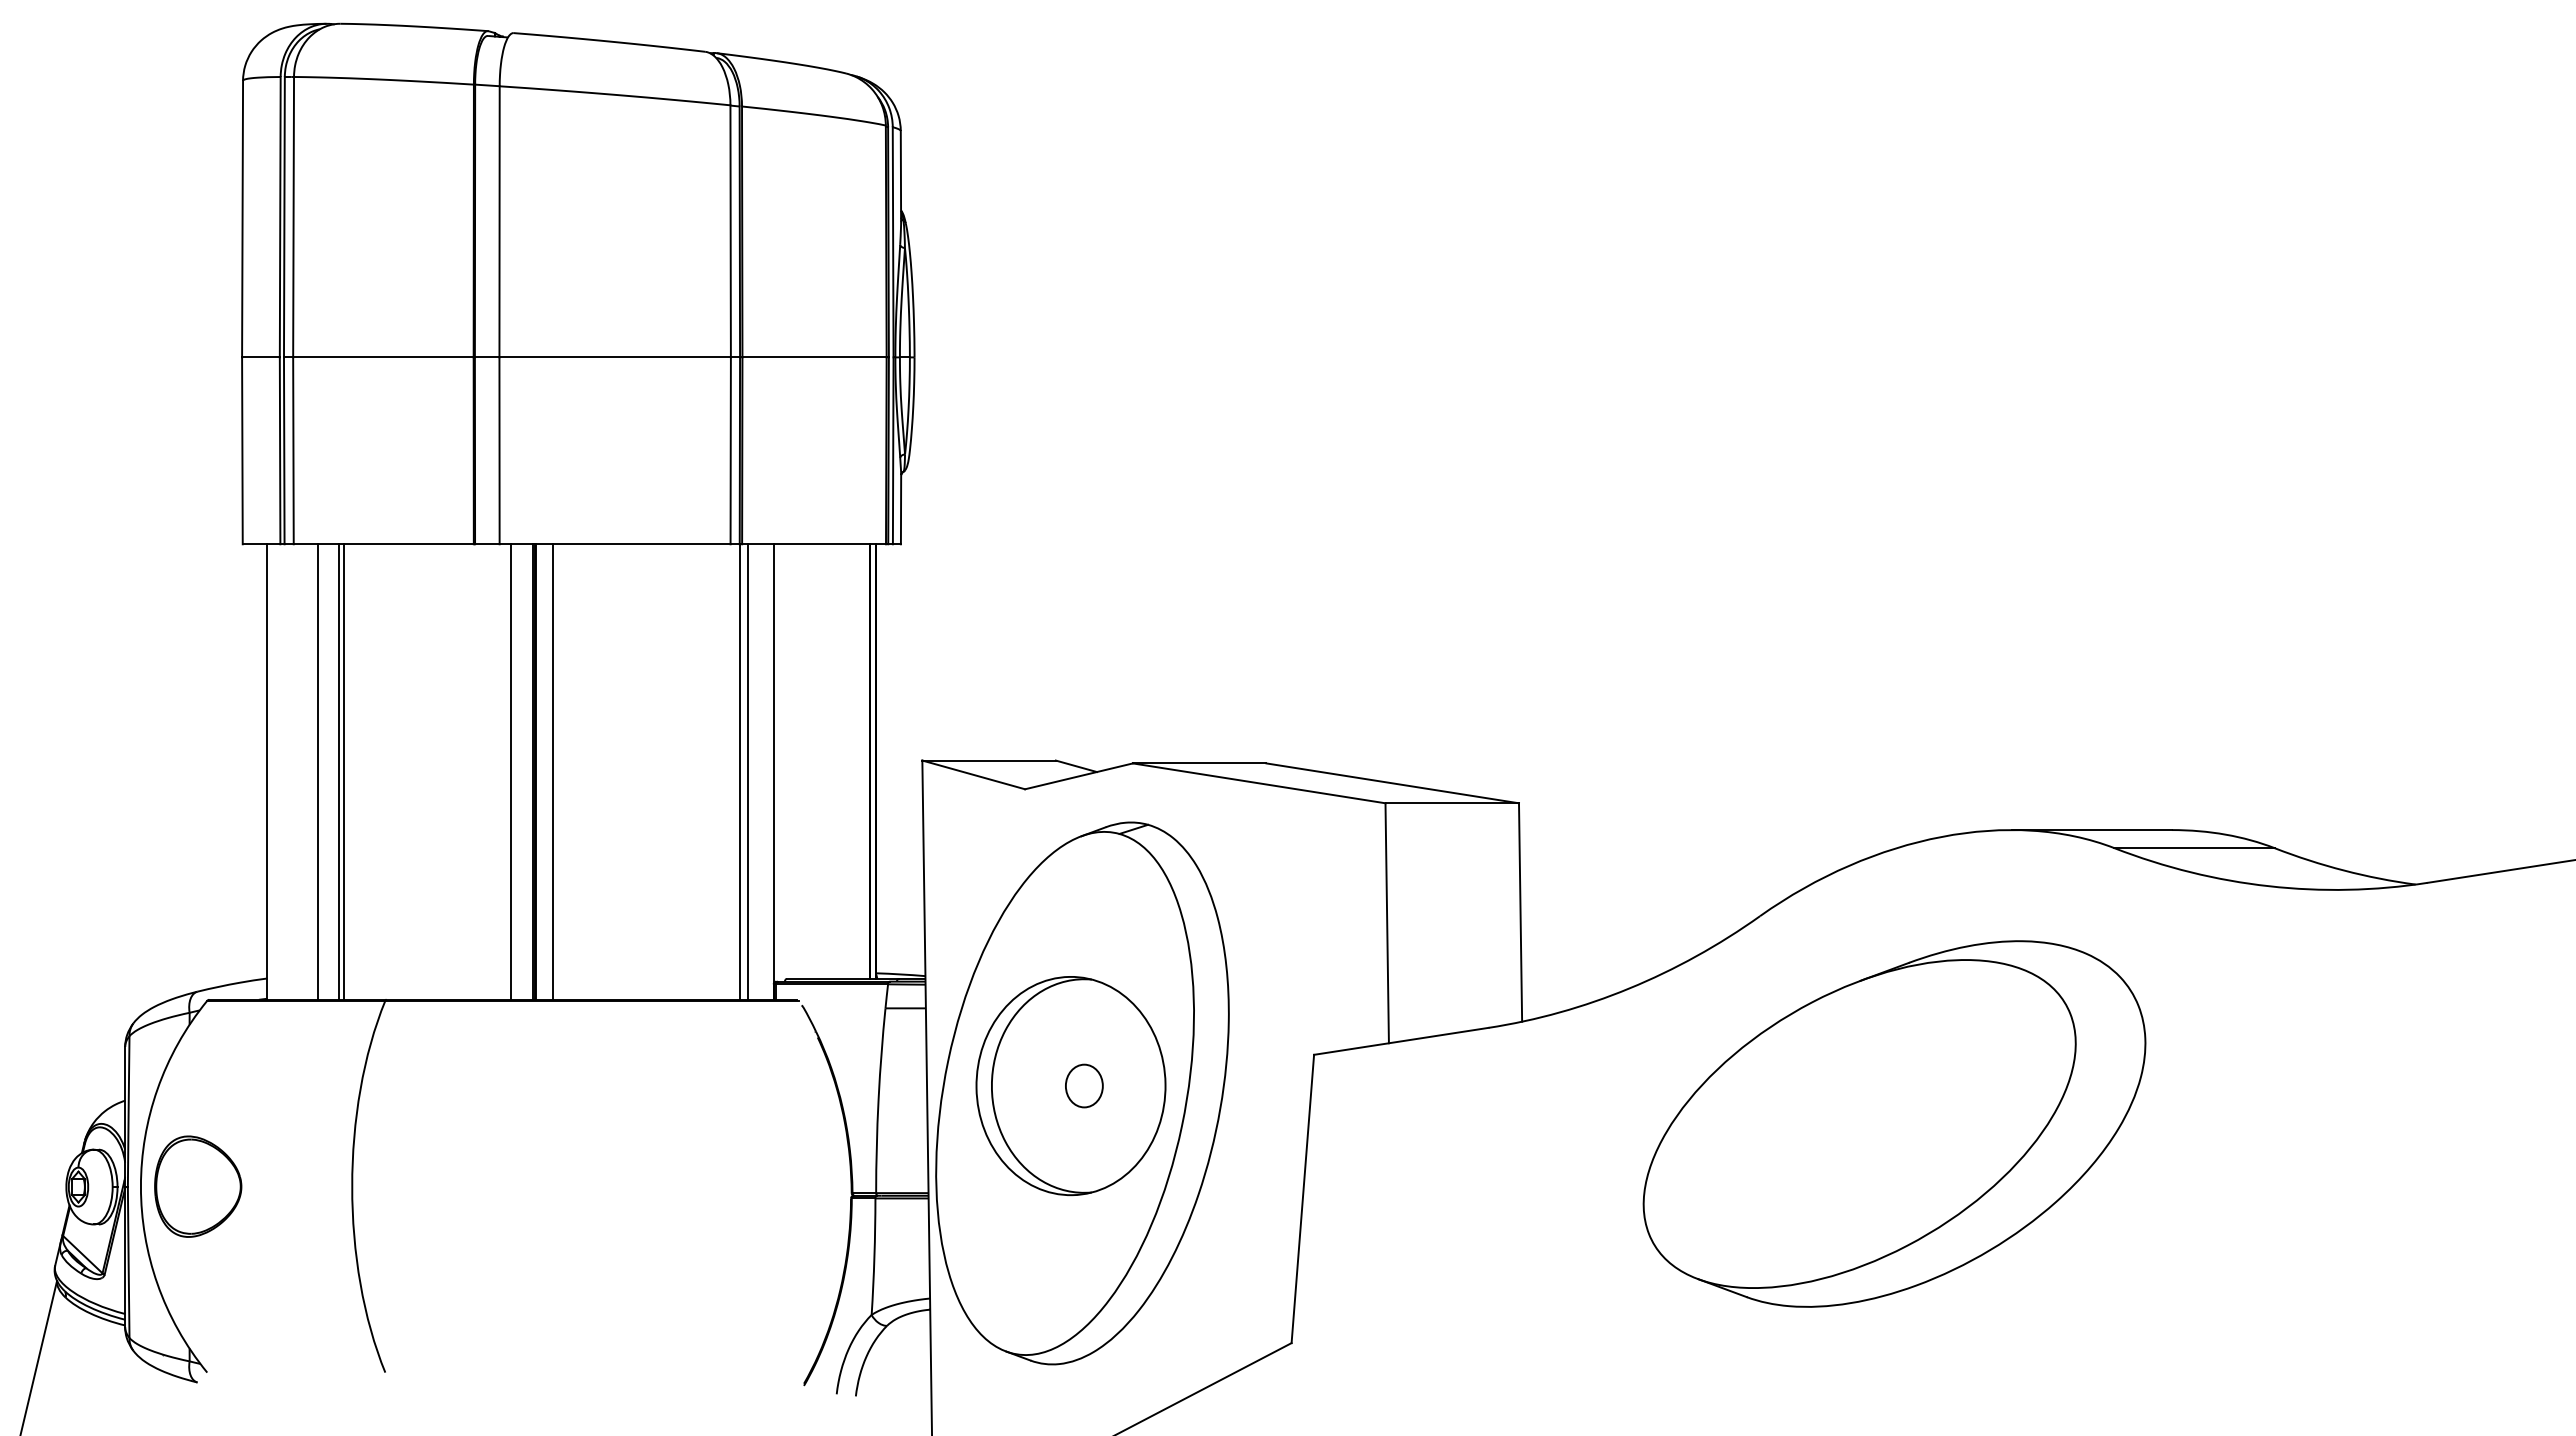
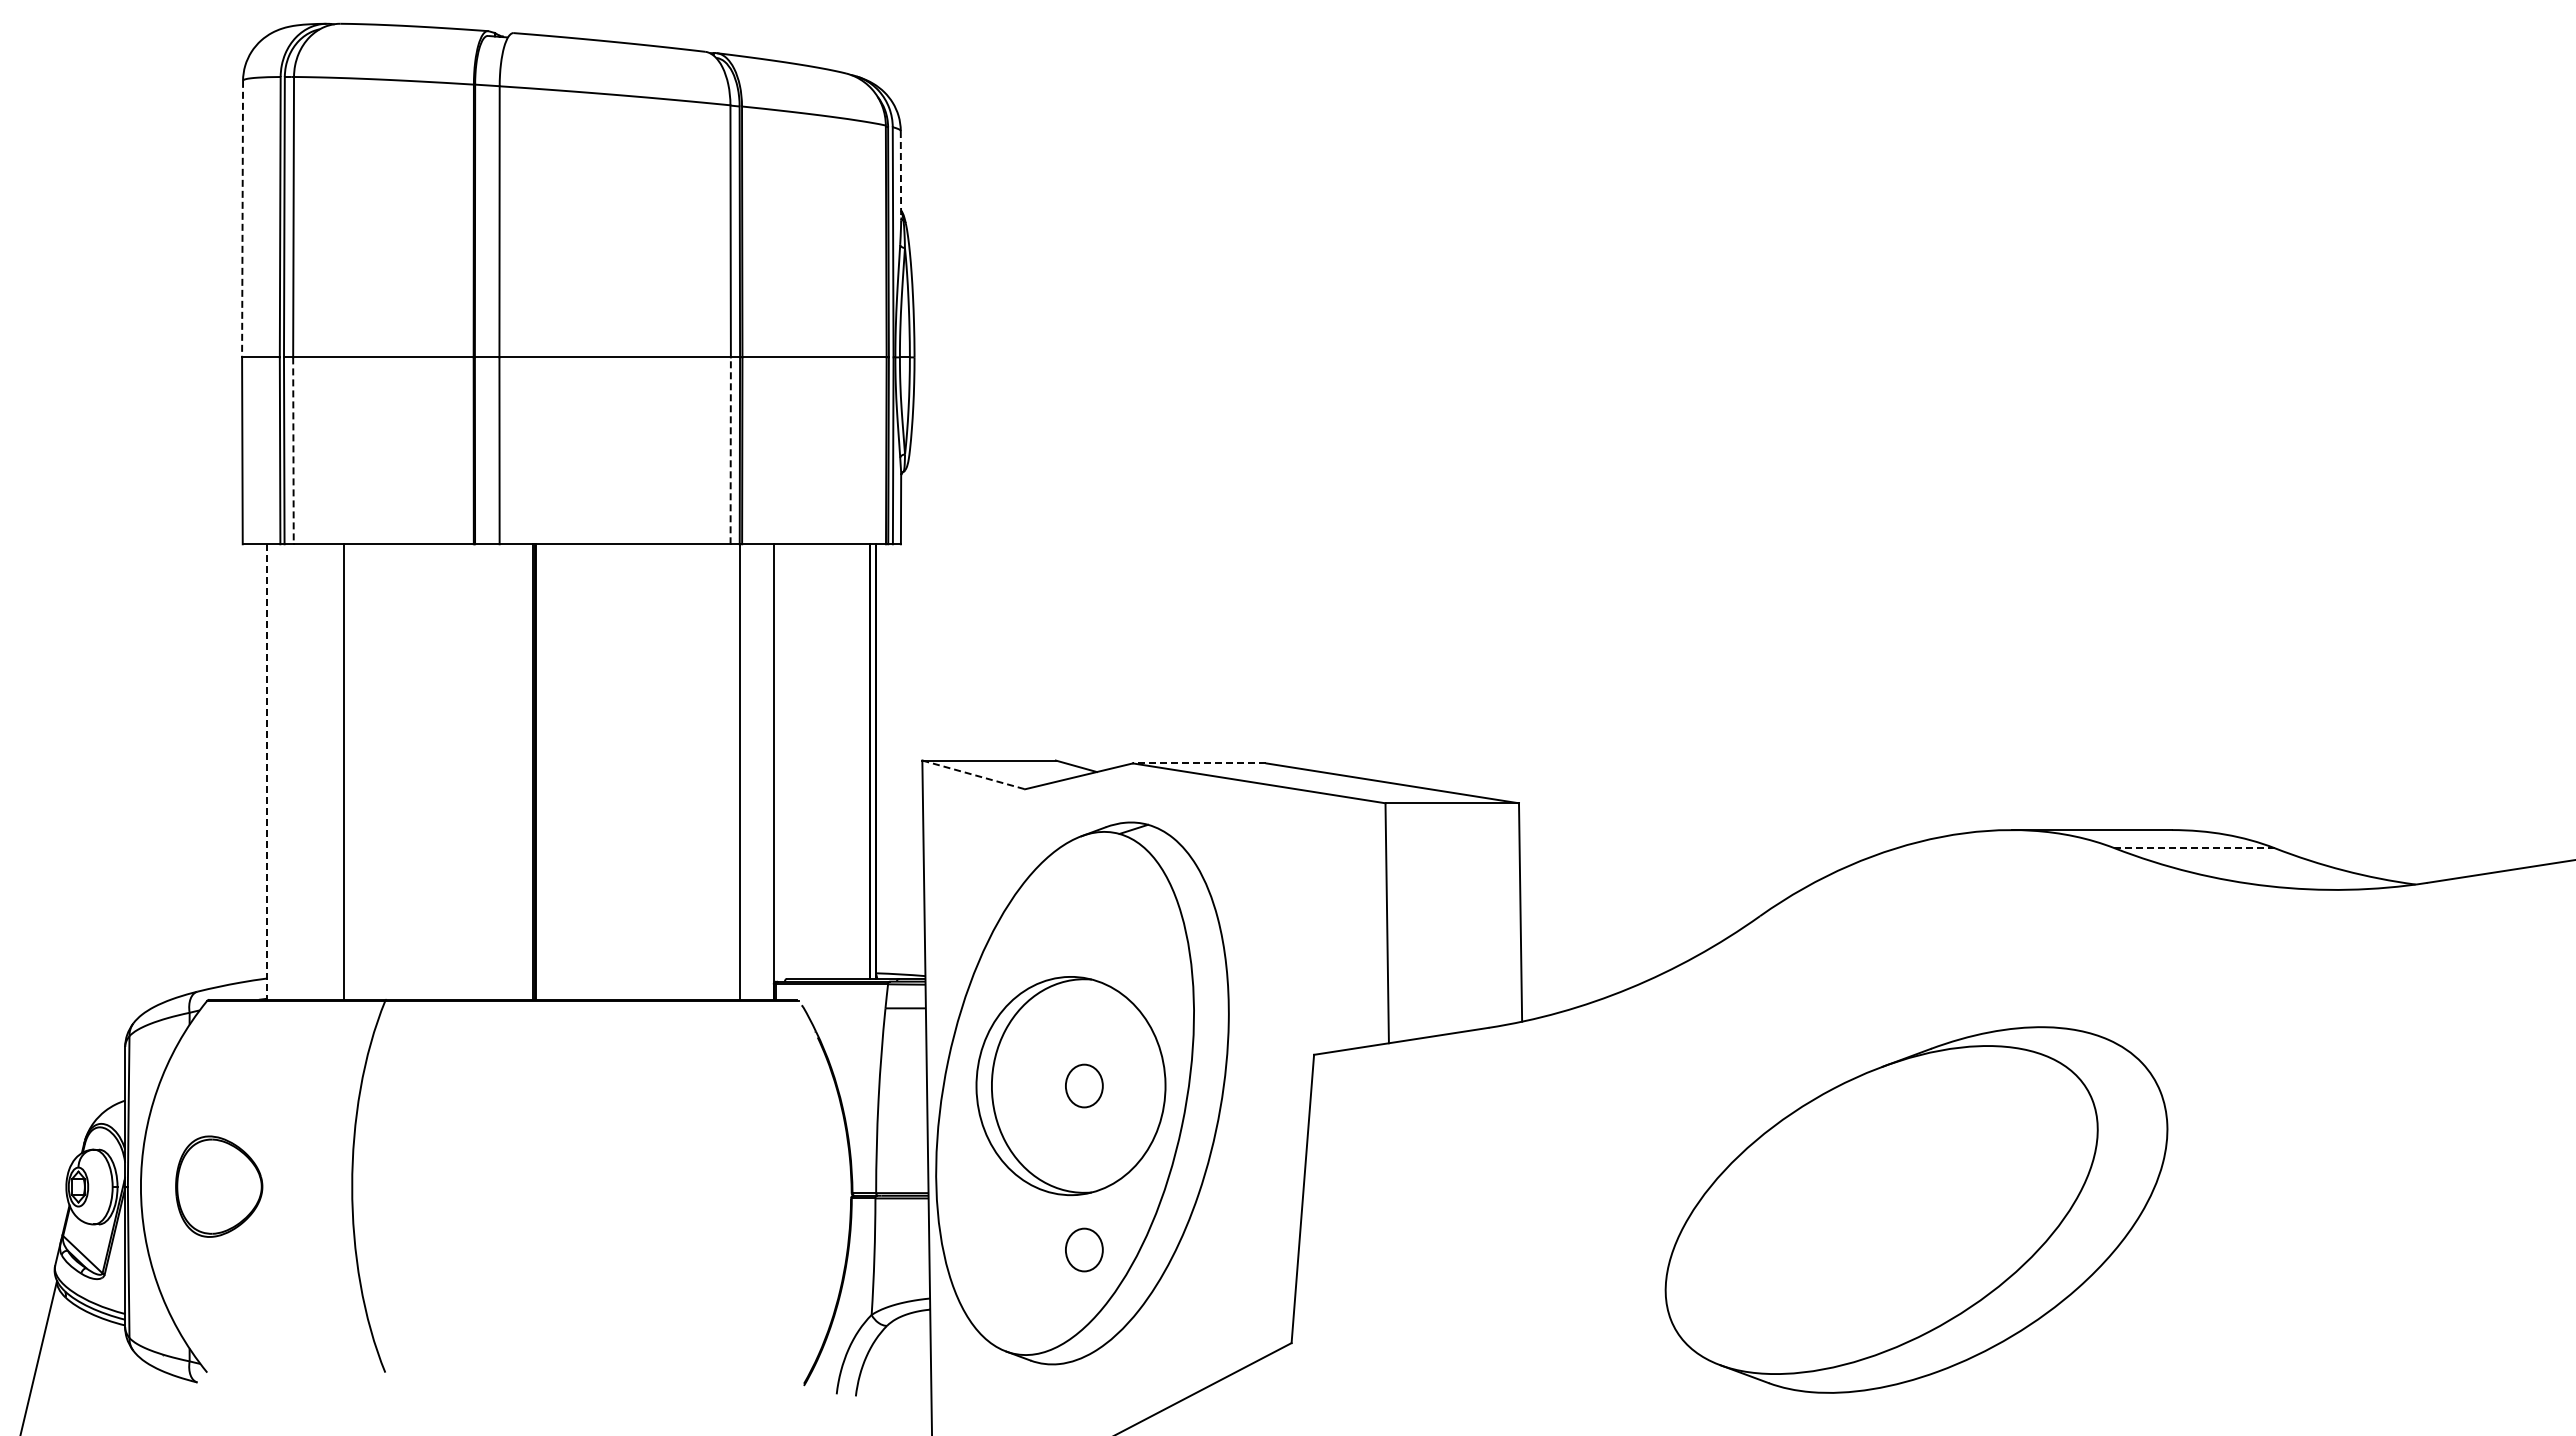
line at (900, 175): solid -> dashed
line at (242, 219): solid -> dashed
line at (730, 450): solid -> dashed
line at (293, 451): solid -> dashed
line at (1199, 763): solid -> dashed
line at (317, 771): present -> none
line at (339, 771): present -> none
line at (511, 771): present -> none
line at (553, 771): present -> none
line at (748, 771): present -> none
line at (267, 772): solid -> dashed
line at (974, 775): solid -> dashed
line at (2194, 848): solid -> dashed
part at (1894, 1123) position: (1894, 1123) -> (1916, 1209)
part at (198, 1186) position: (198, 1186) -> (219, 1186)
part at (1084, 1249): none -> present
